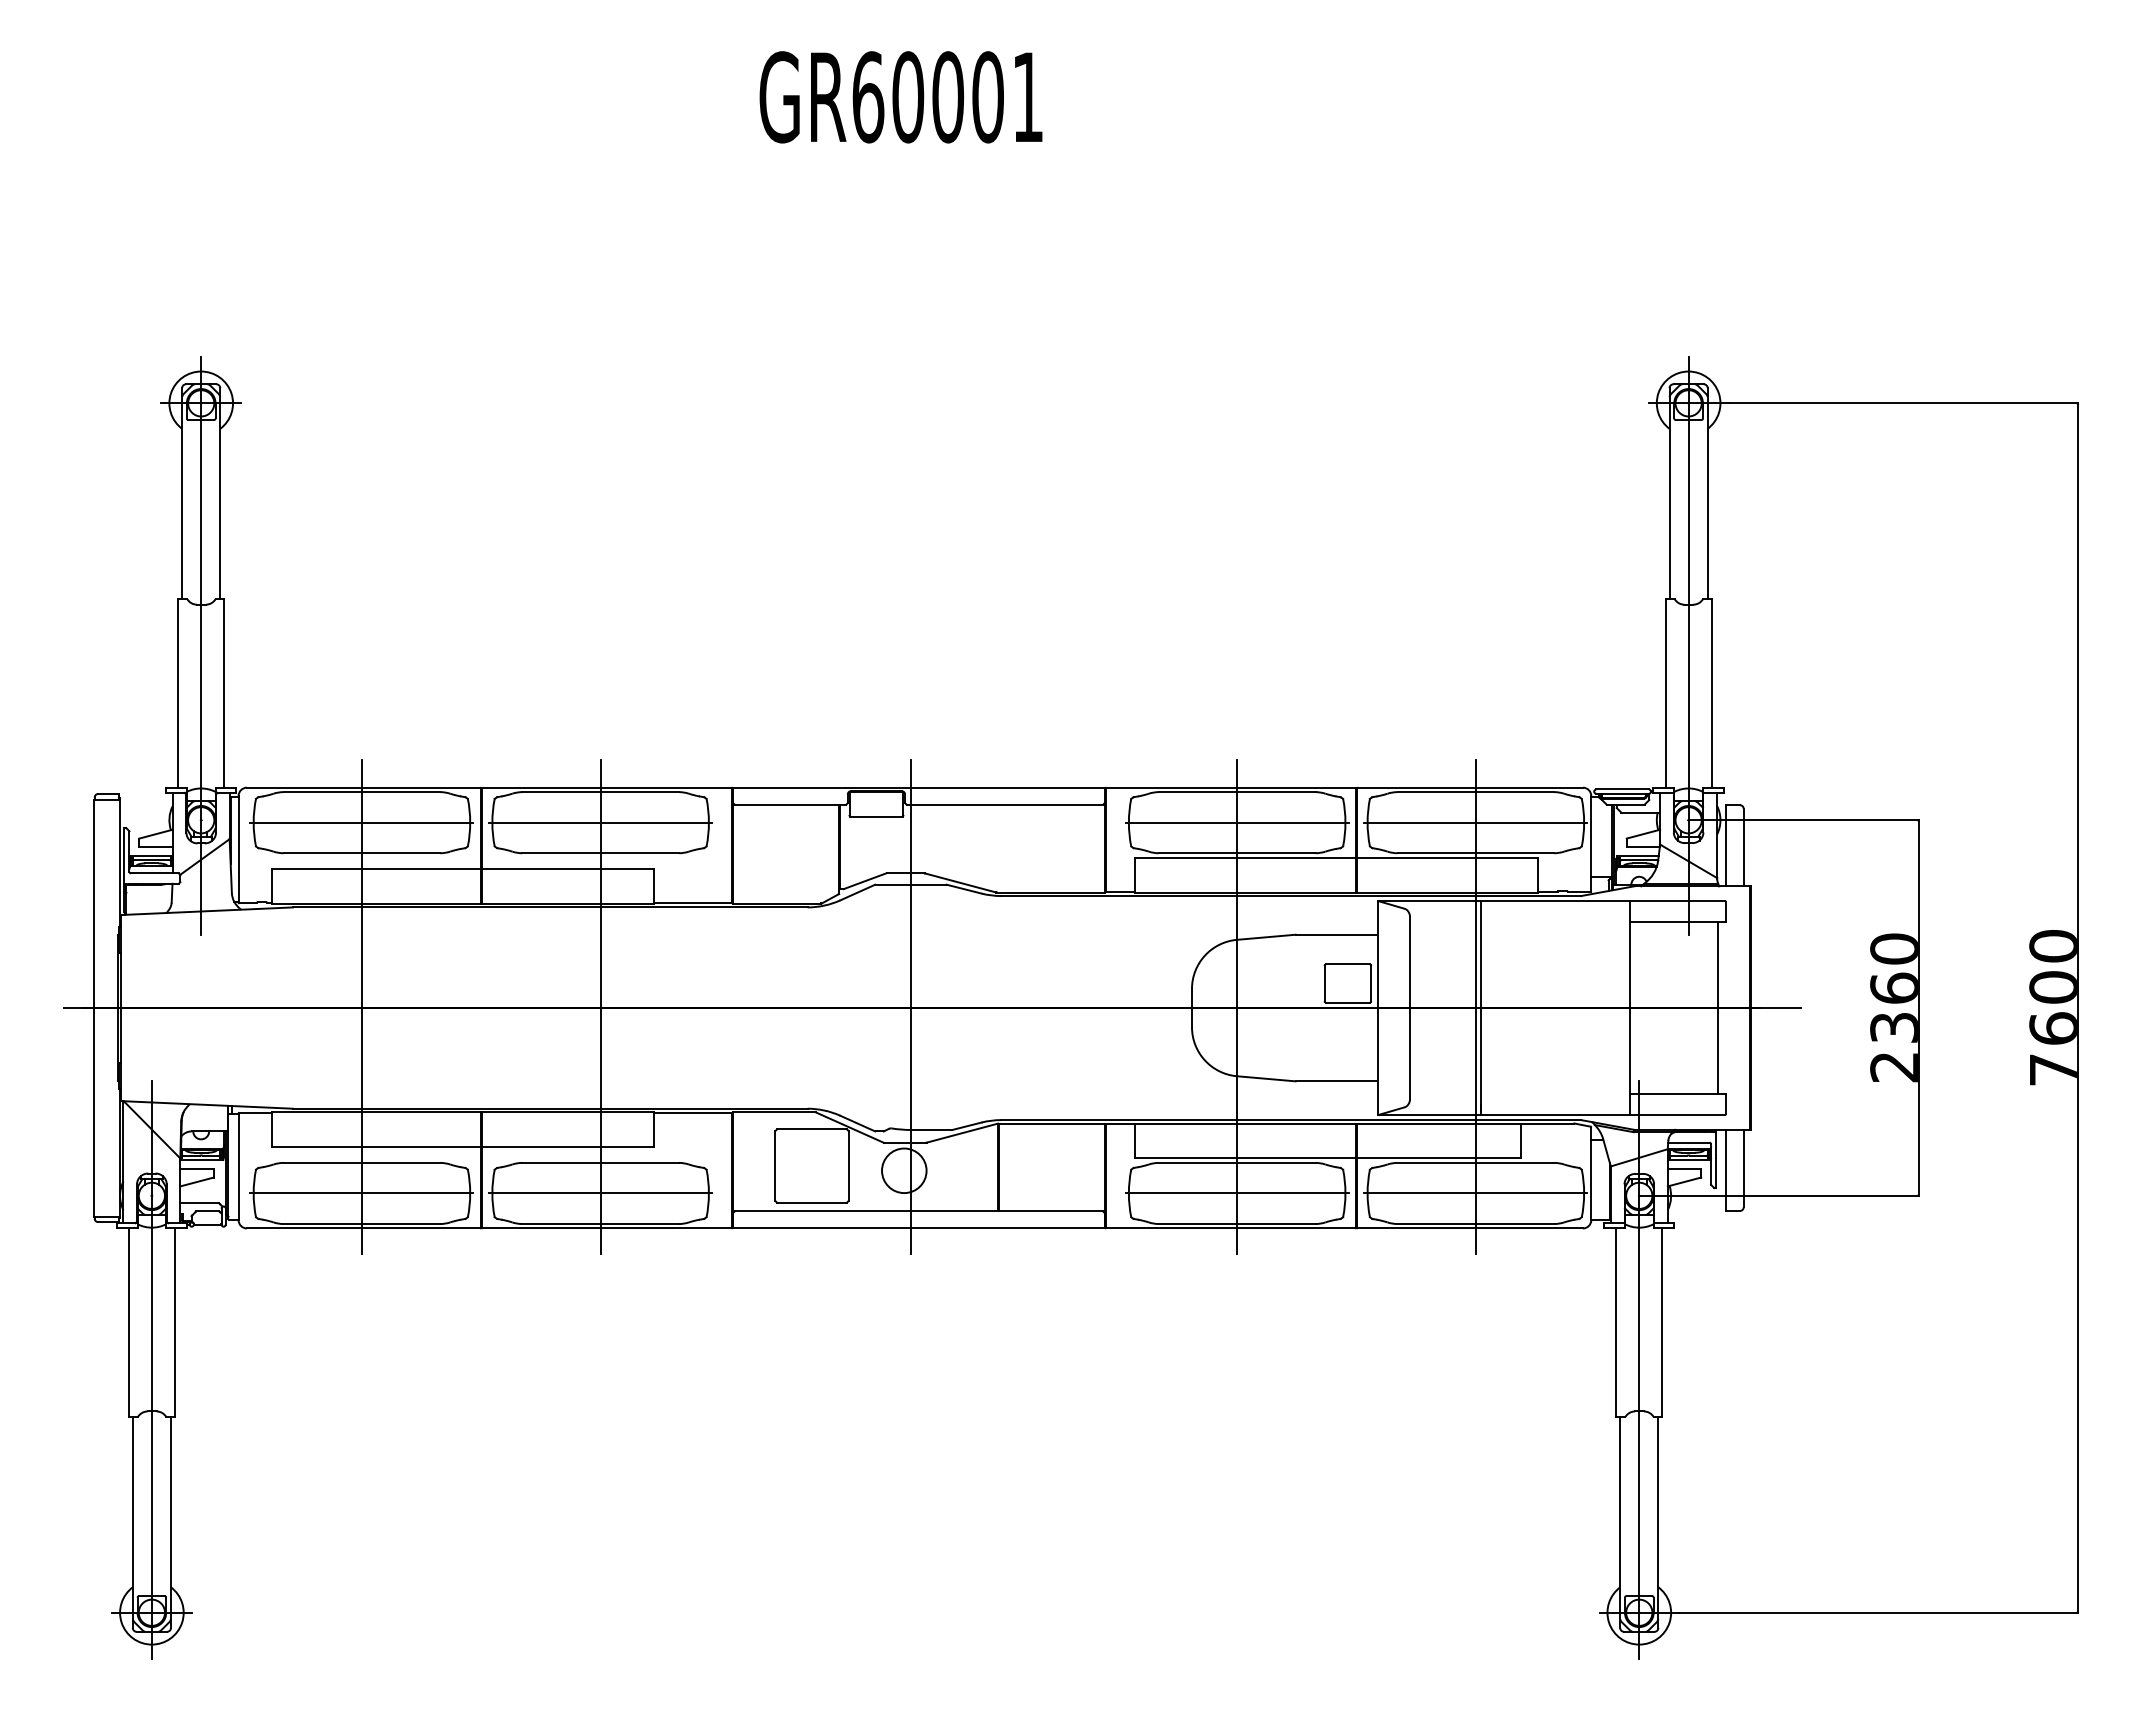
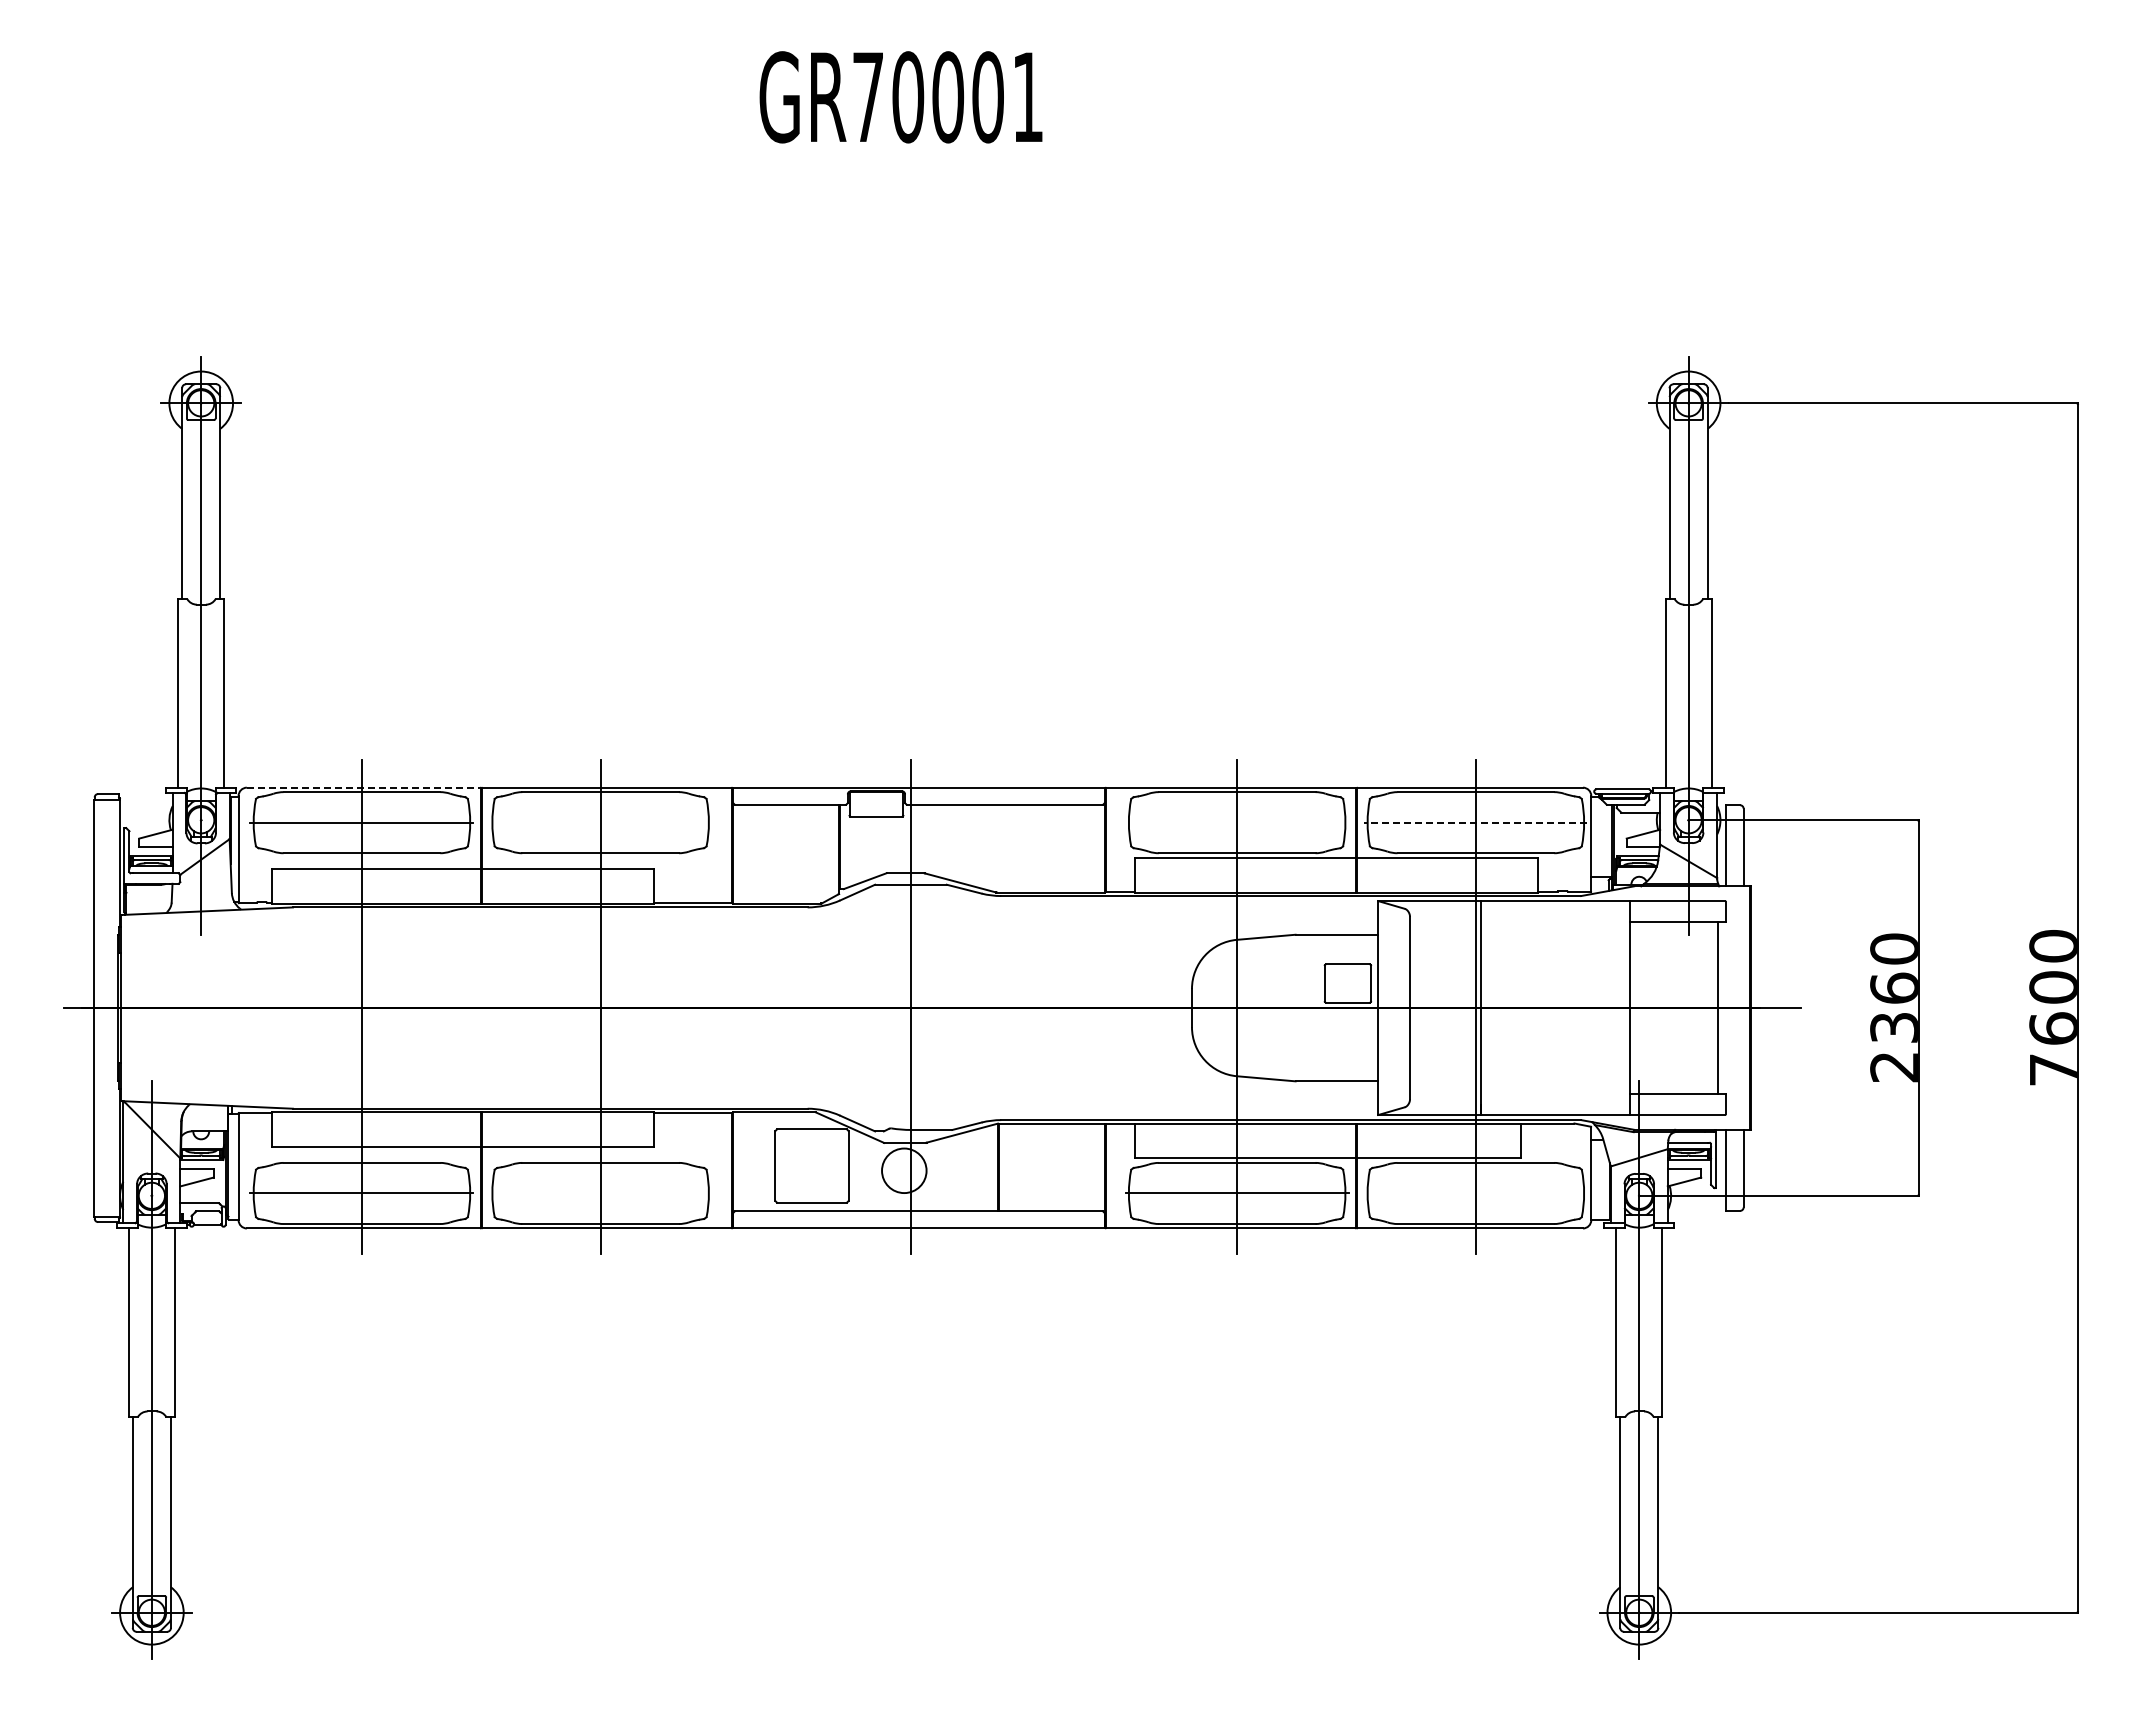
text at (868, 97): GR60001 -> GR70001
line at (363, 787): solid -> dashed
line at (600, 822): present -> none
line at (1236, 822): present -> none
line at (1475, 822): solid -> dashed
line at (600, 1193): present -> none
line at (1475, 1193): present -> none
